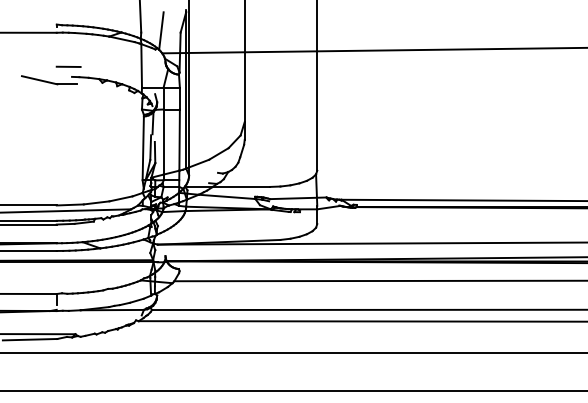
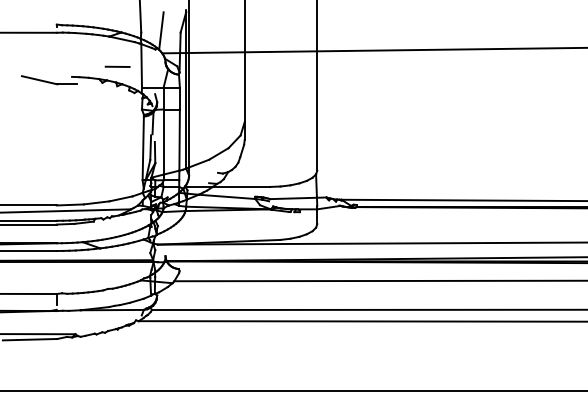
line at (68, 66) position: (68, 66) -> (117, 66)
line at (293, 352): present -> none
